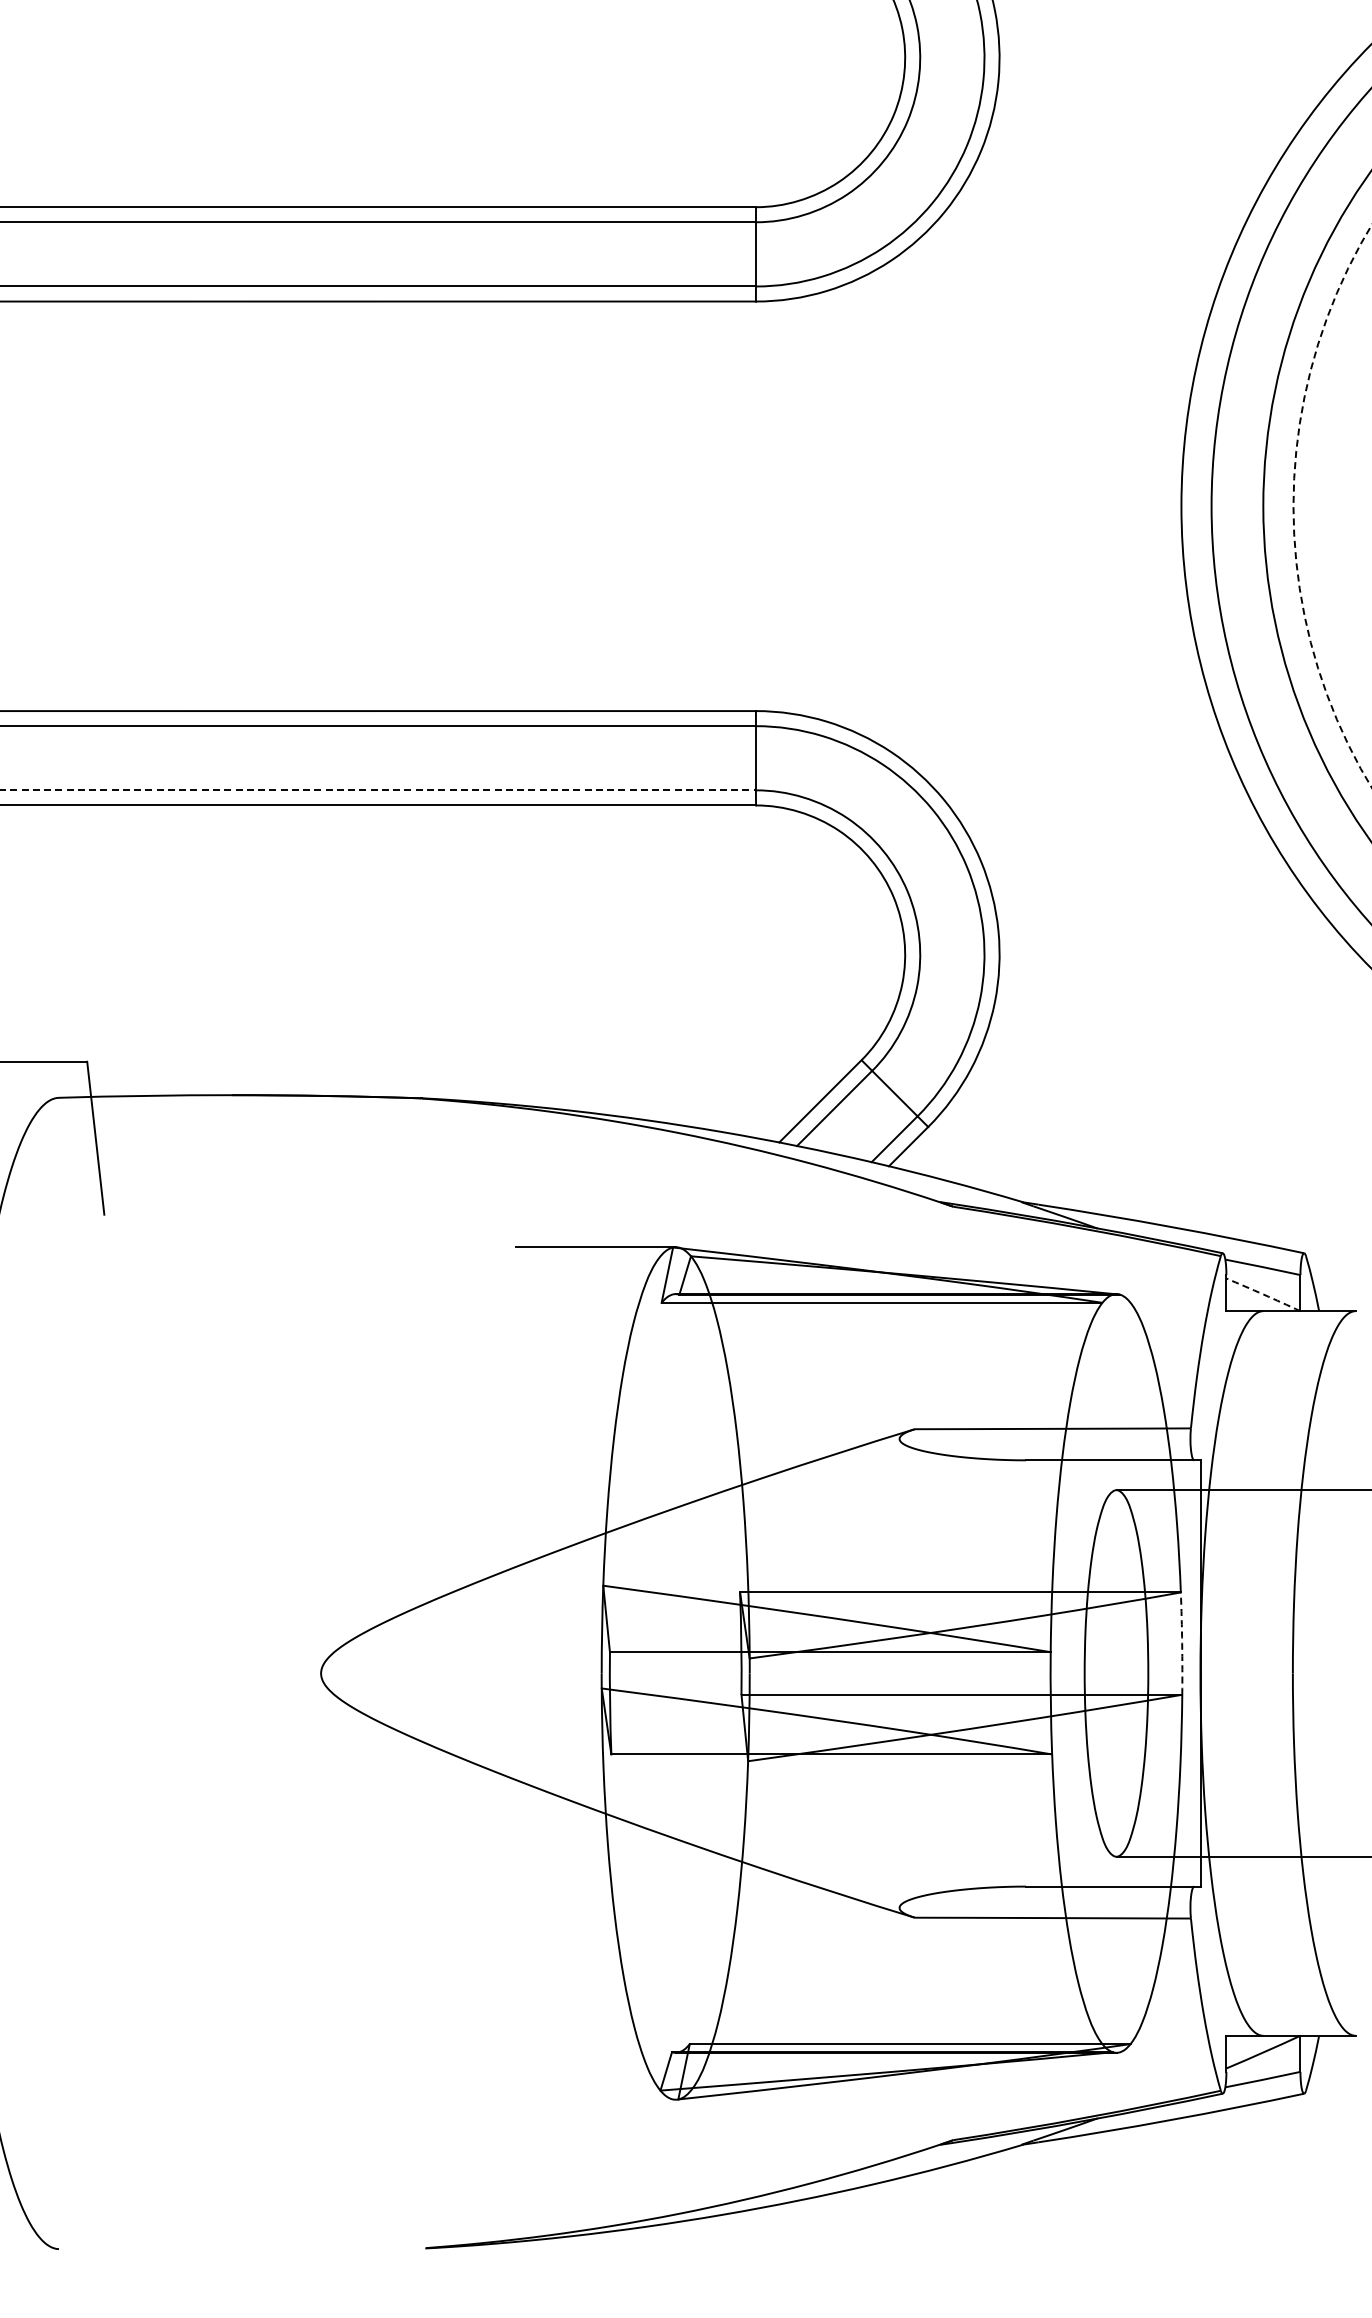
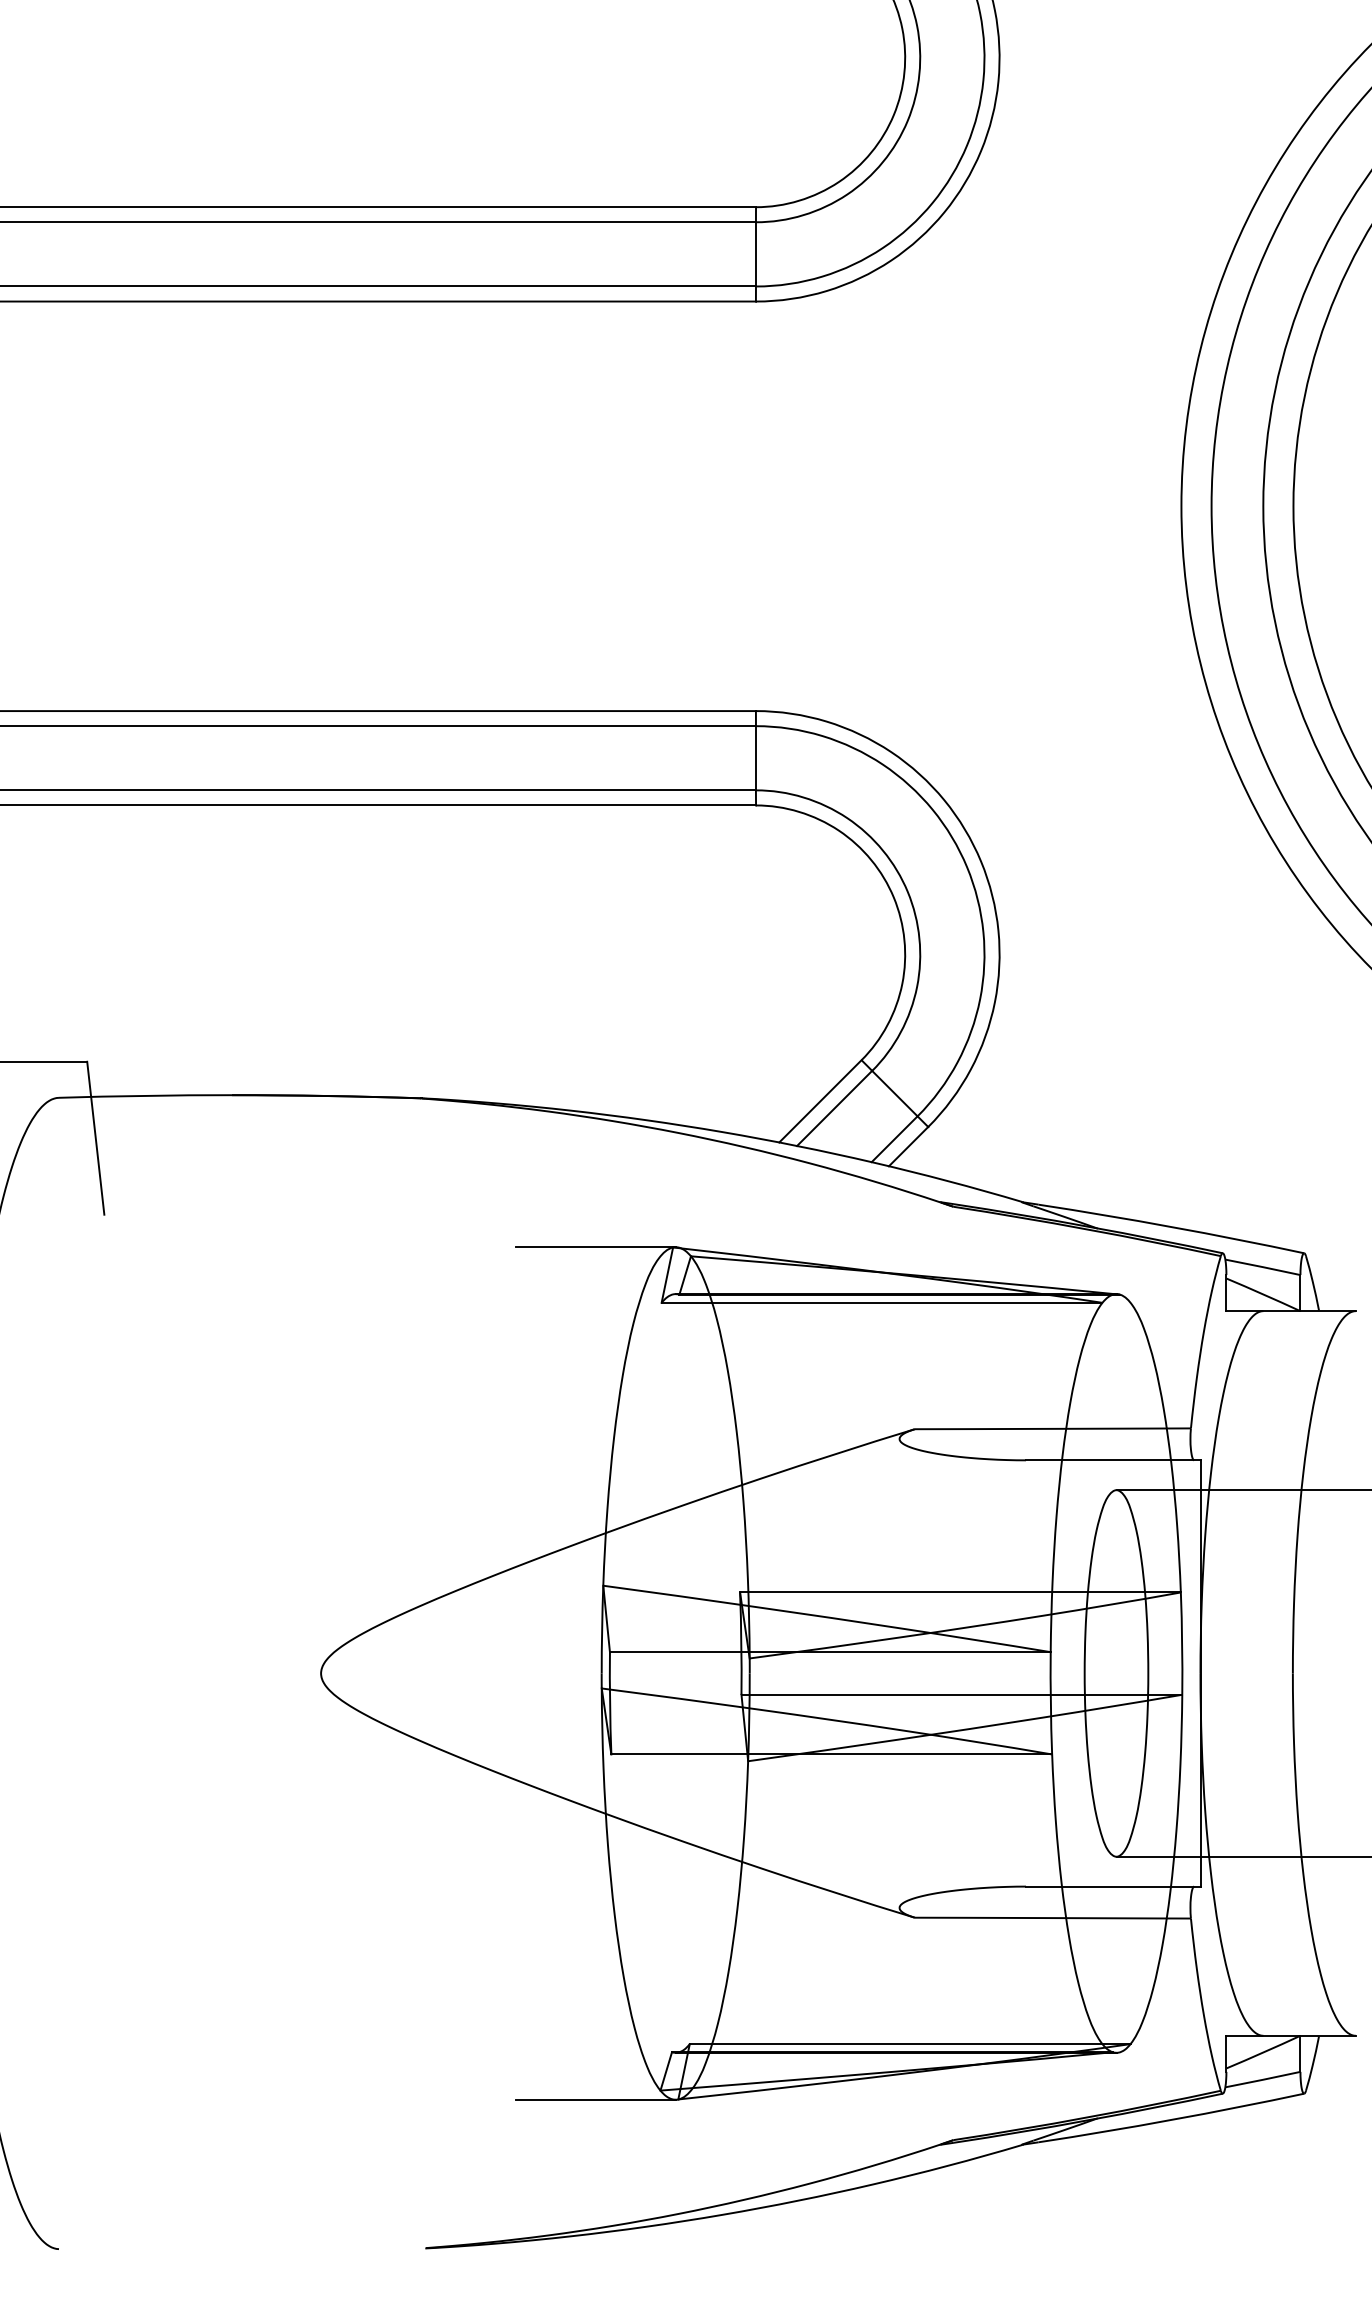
arc at (1293, 506): dashed -> solid
line at (378, 790): dashed -> solid
arc at (1263, 1294): dashed -> solid
arc at (1182, 1643): dashed -> solid
line at (595, 2099): none -> present
